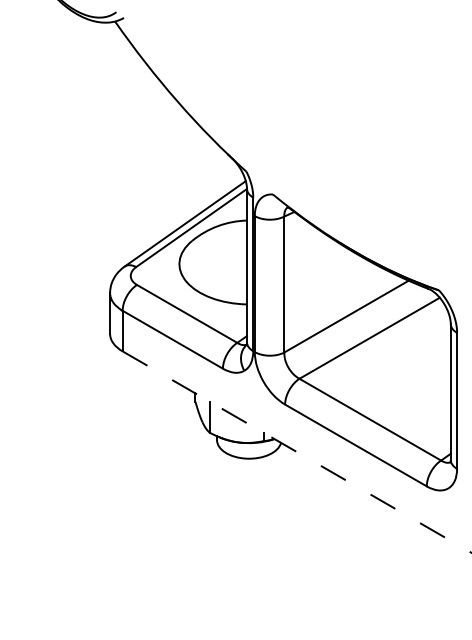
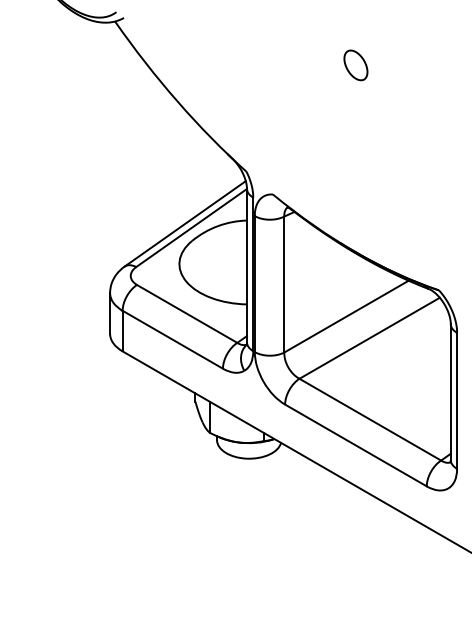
part at (355, 65): none -> present
line at (297, 452): dashed -> solid
